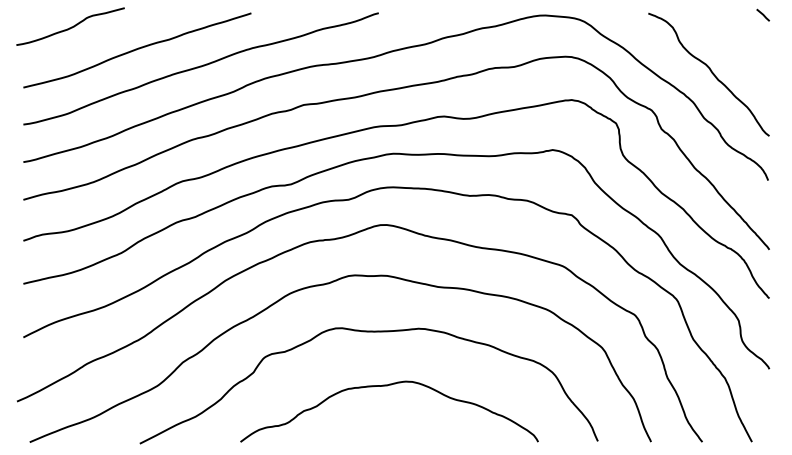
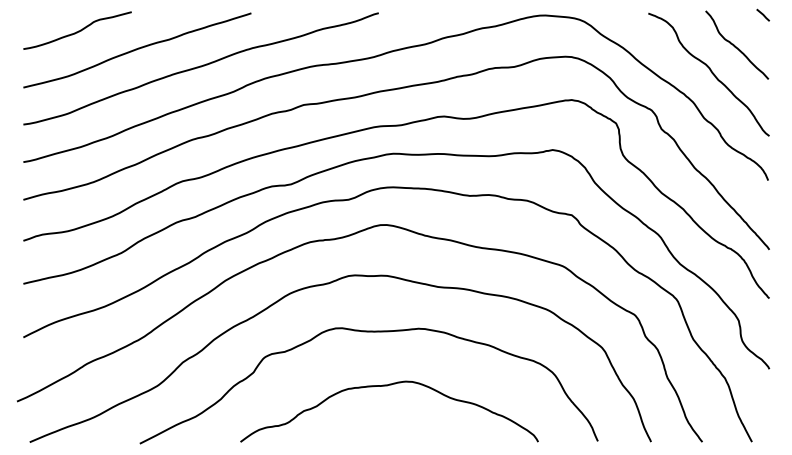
curve at (71, 26) position: (71, 26) -> (78, 30)
curve at (735, 45): none -> present
